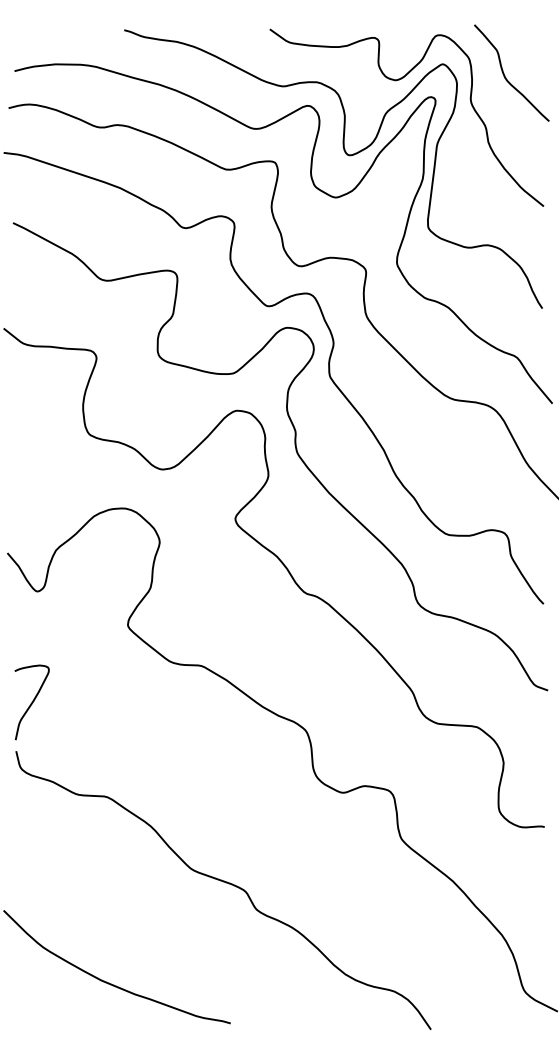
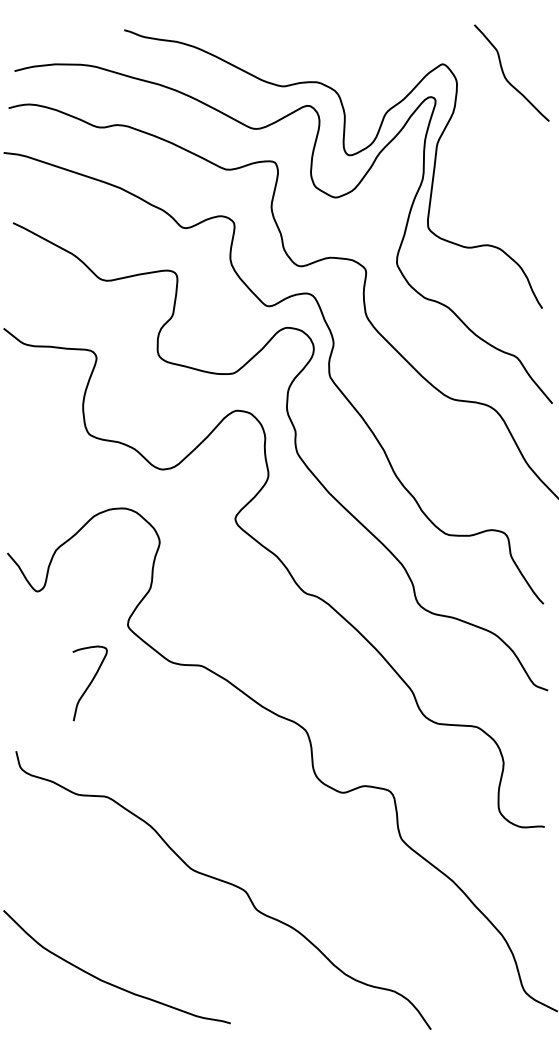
curve at (396, 81): present -> none
curve at (31, 702) position: (31, 702) -> (89, 683)
